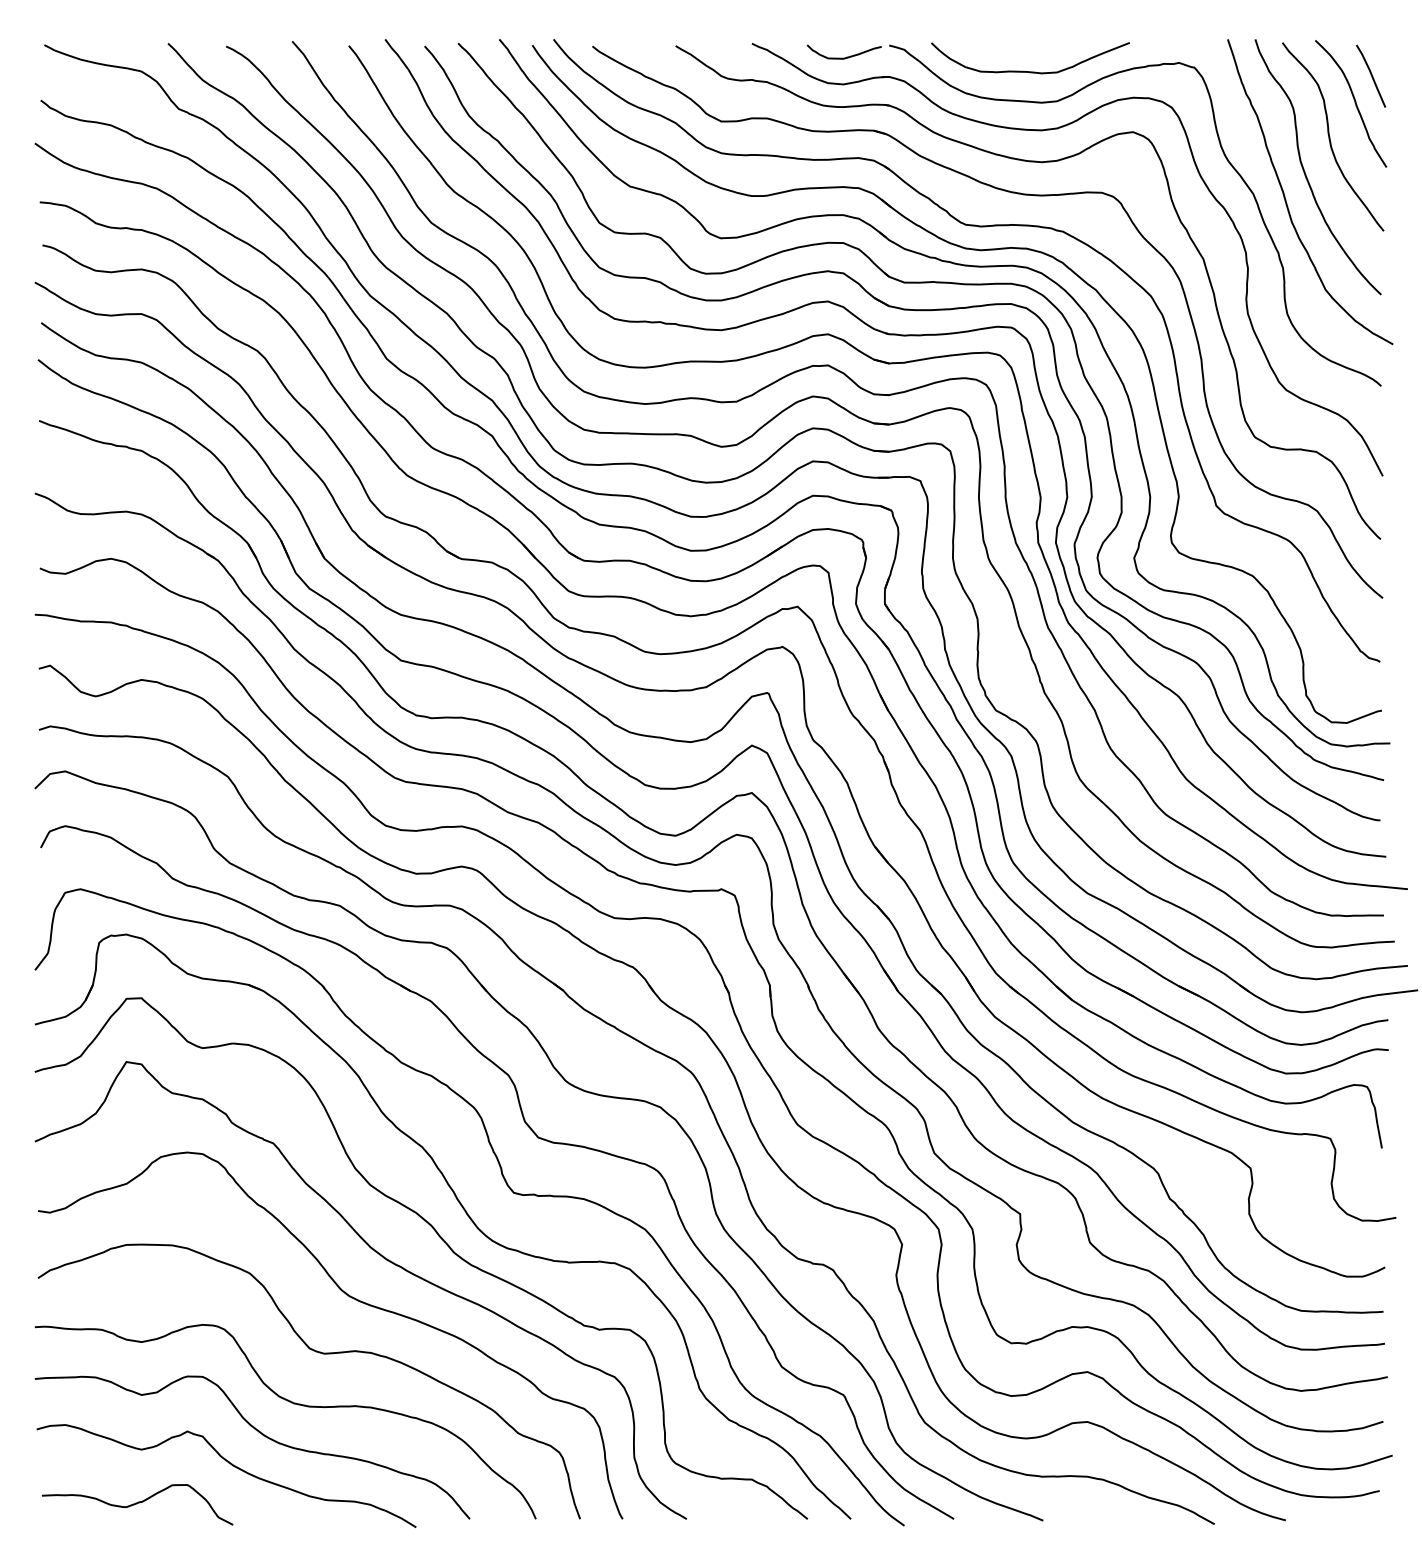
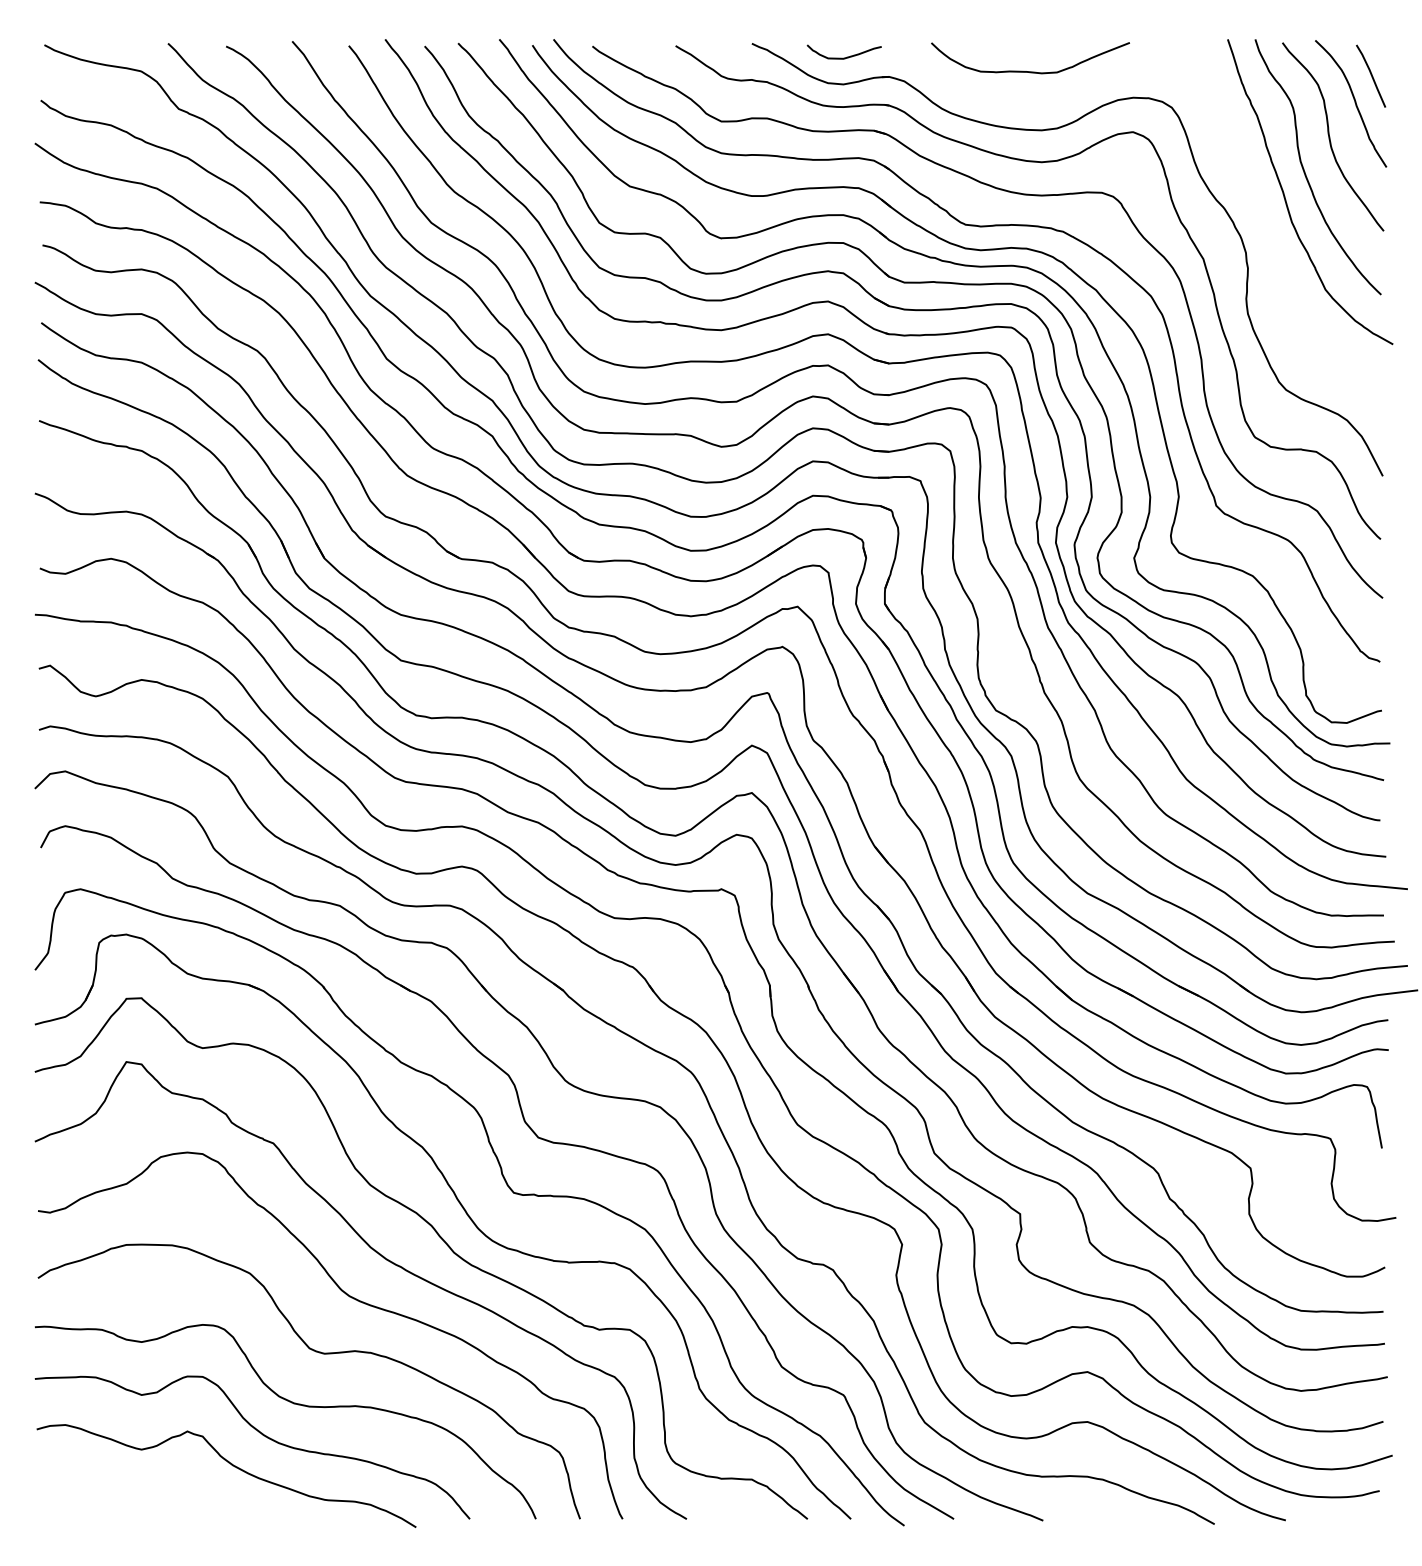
curve at (1225, 158): present -> none
curve at (137, 1504): present -> none
